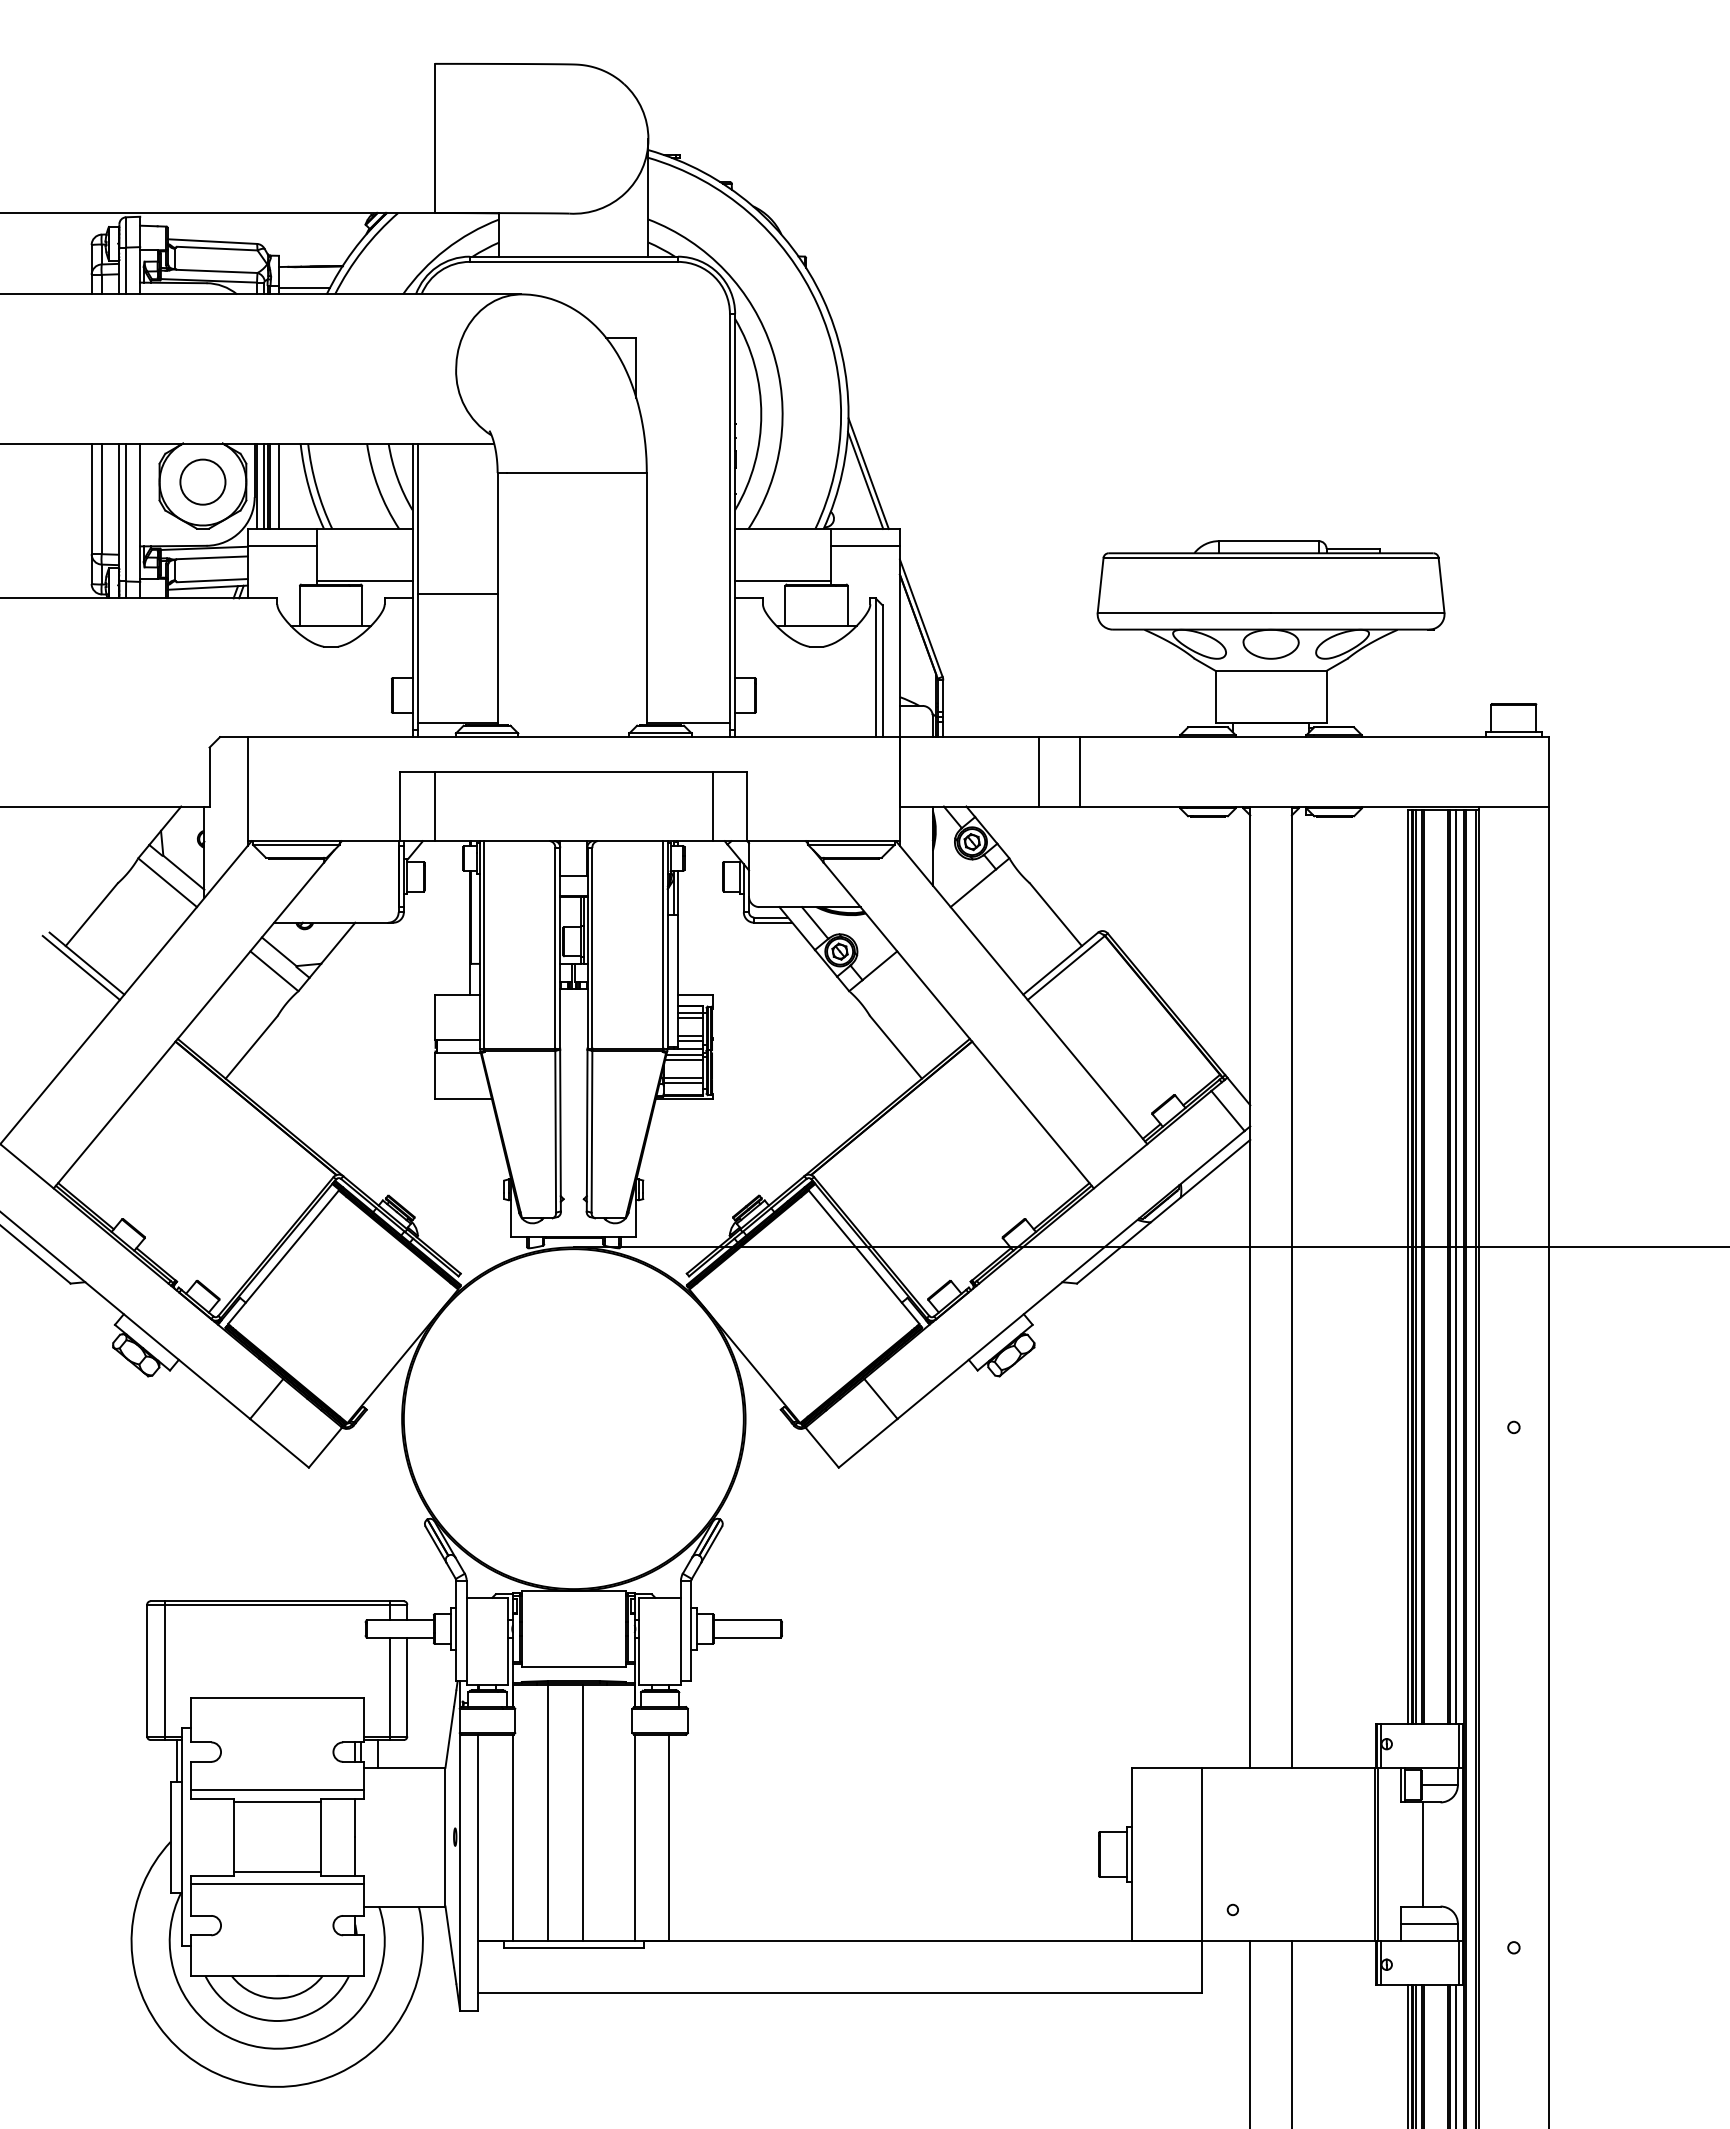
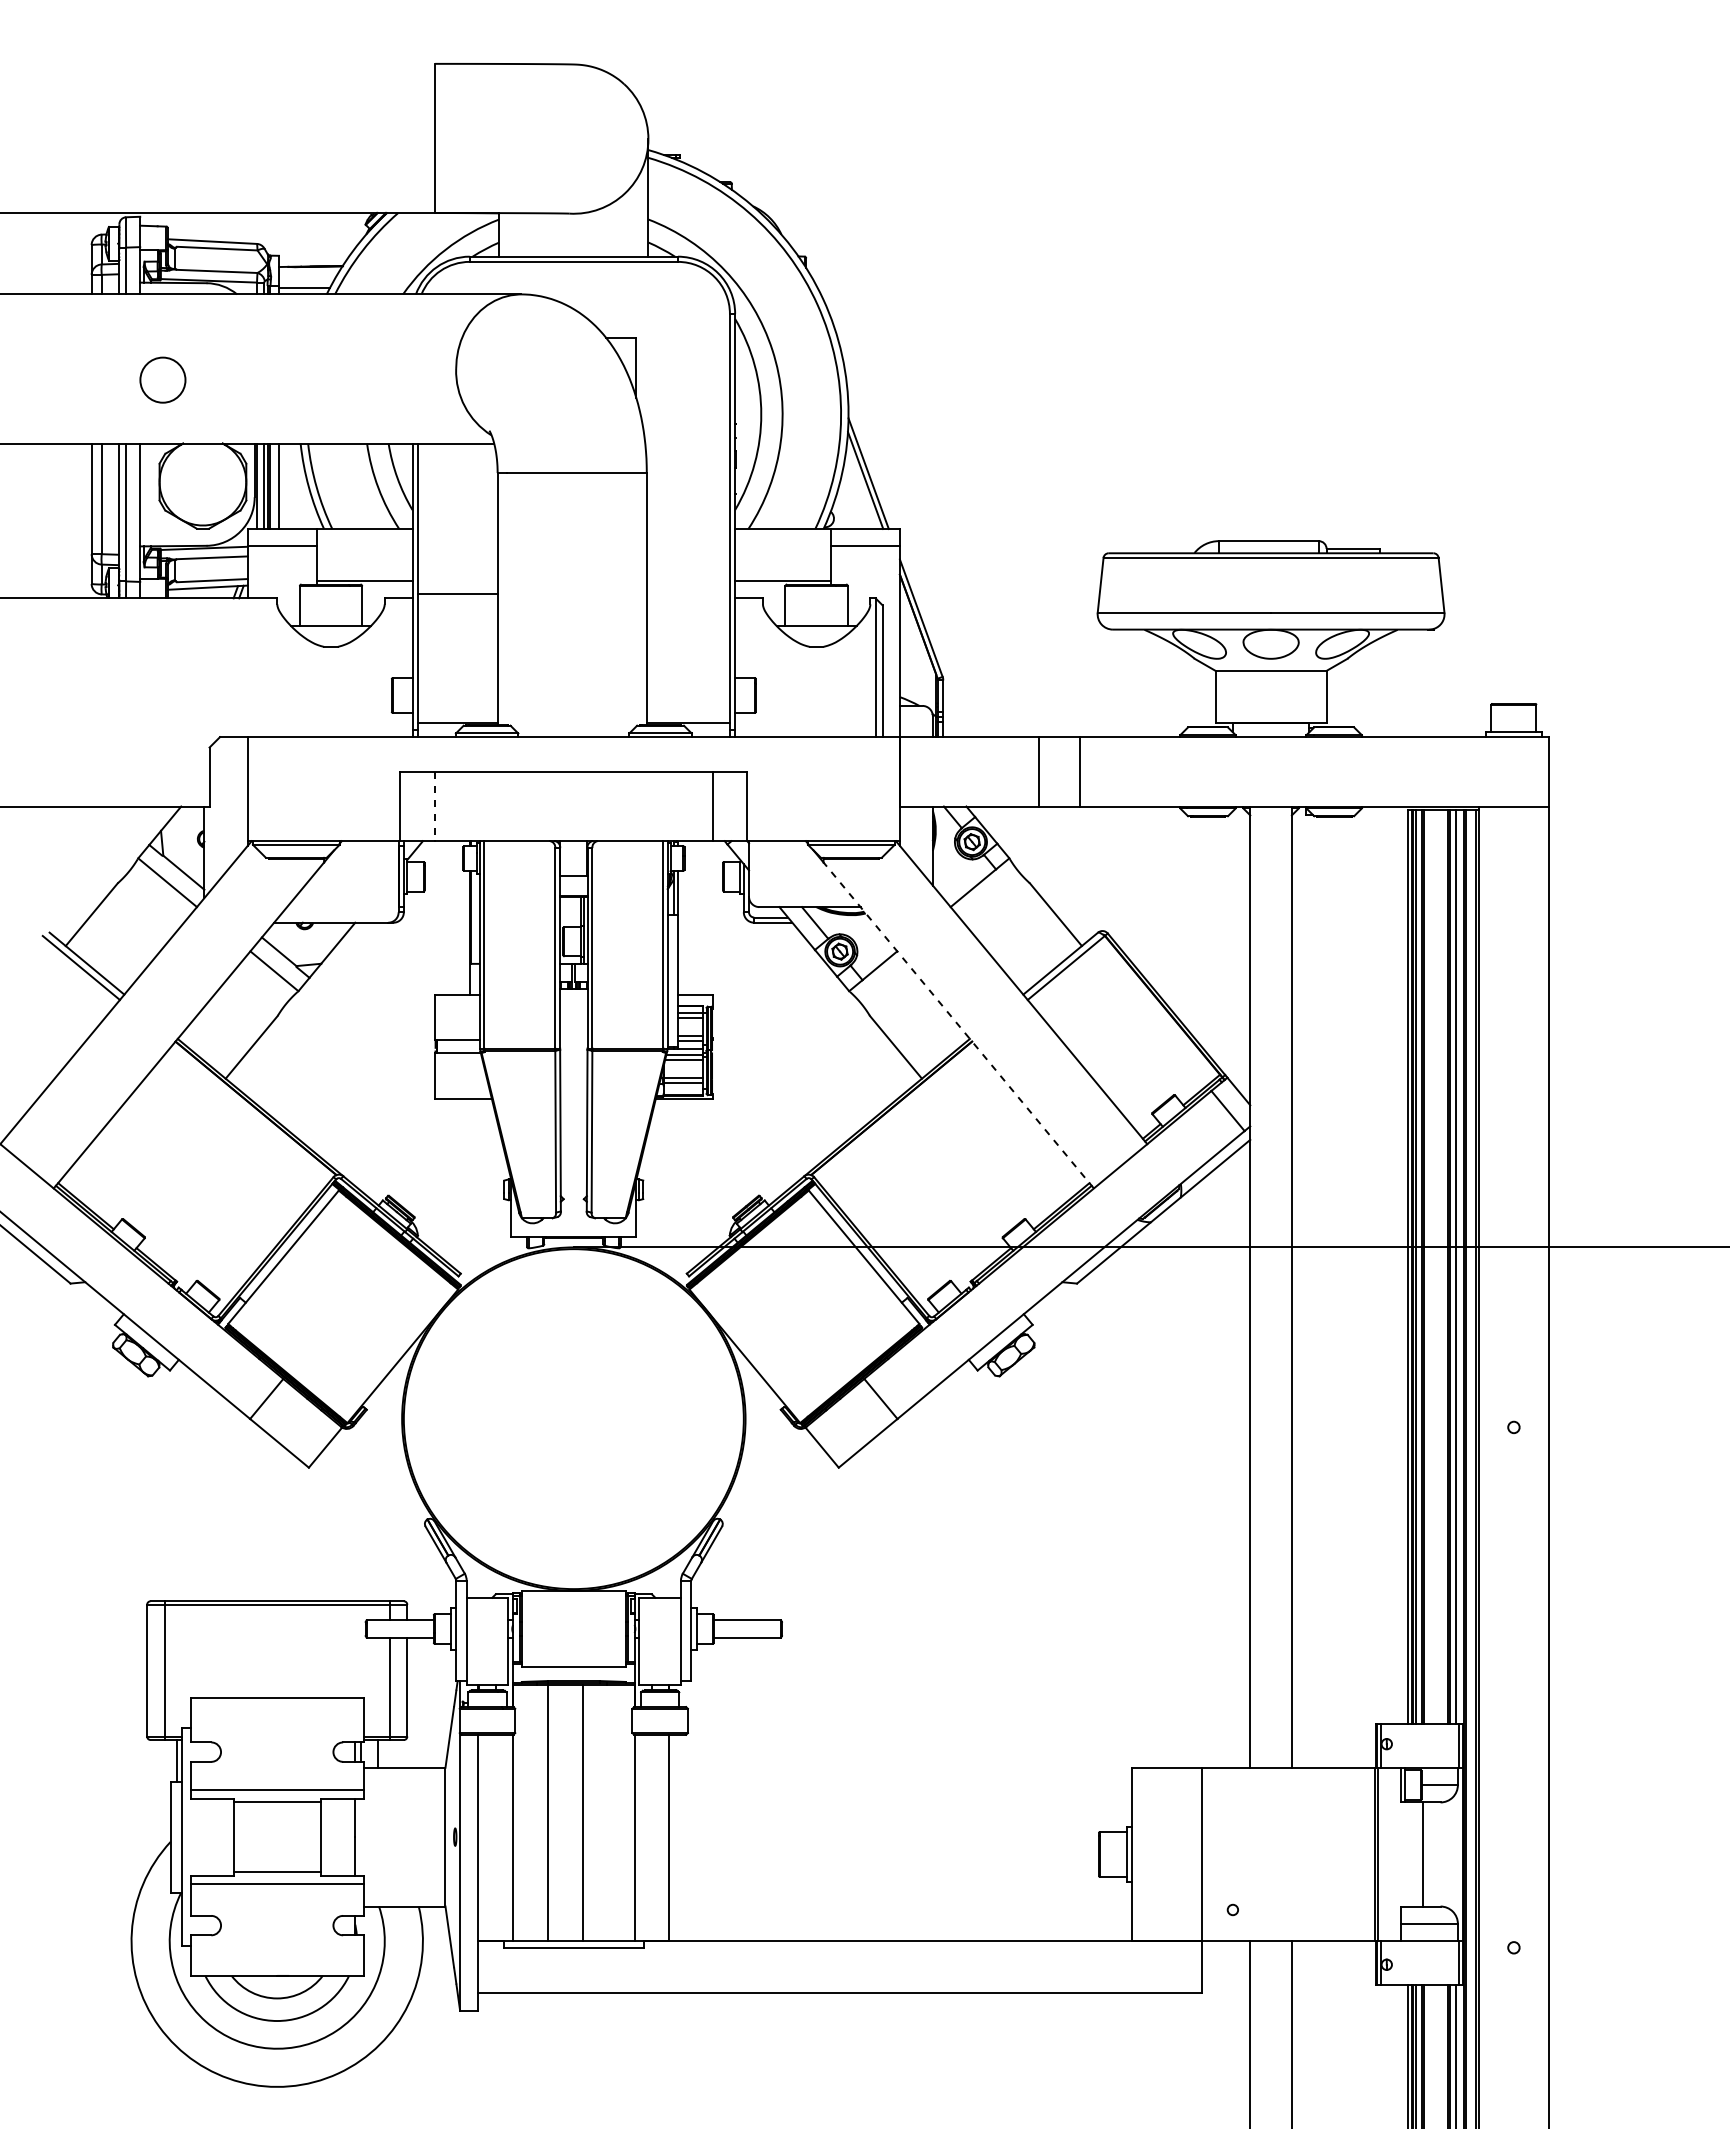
circle at (202, 481) position: (202, 481) -> (162, 379)
line at (435, 806): solid -> dashed
line at (958, 1025): solid -> dashed
